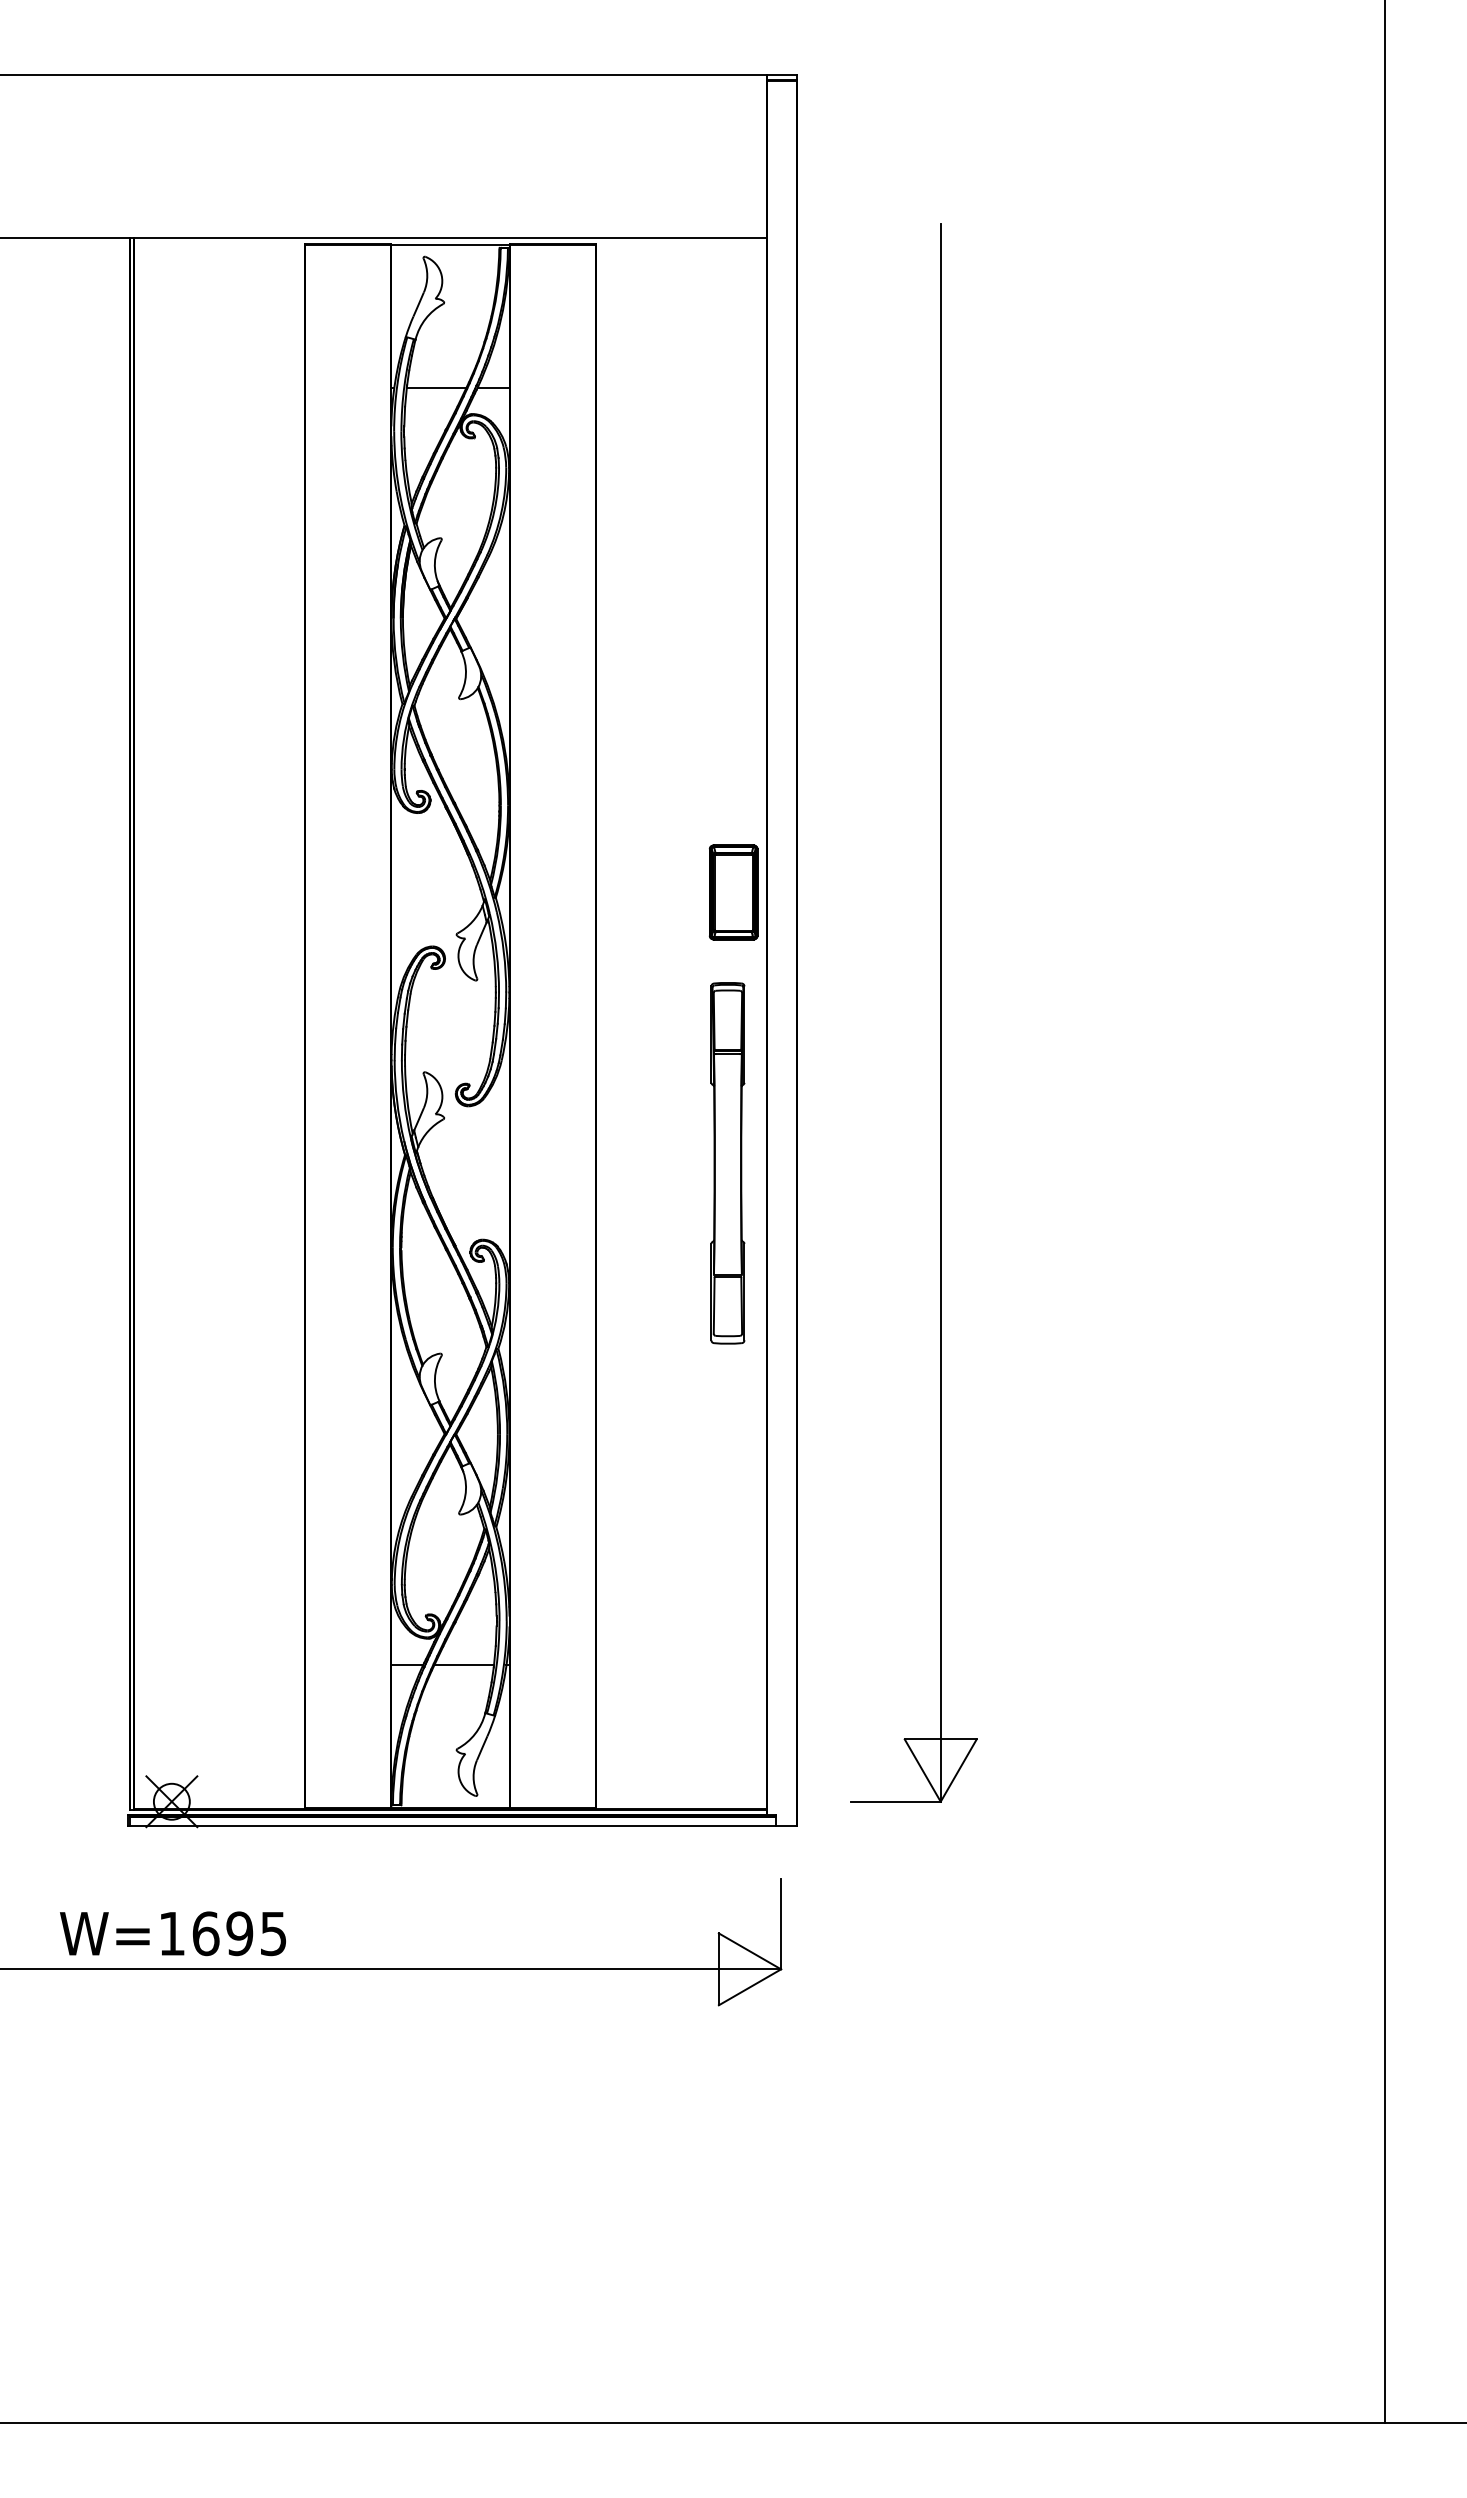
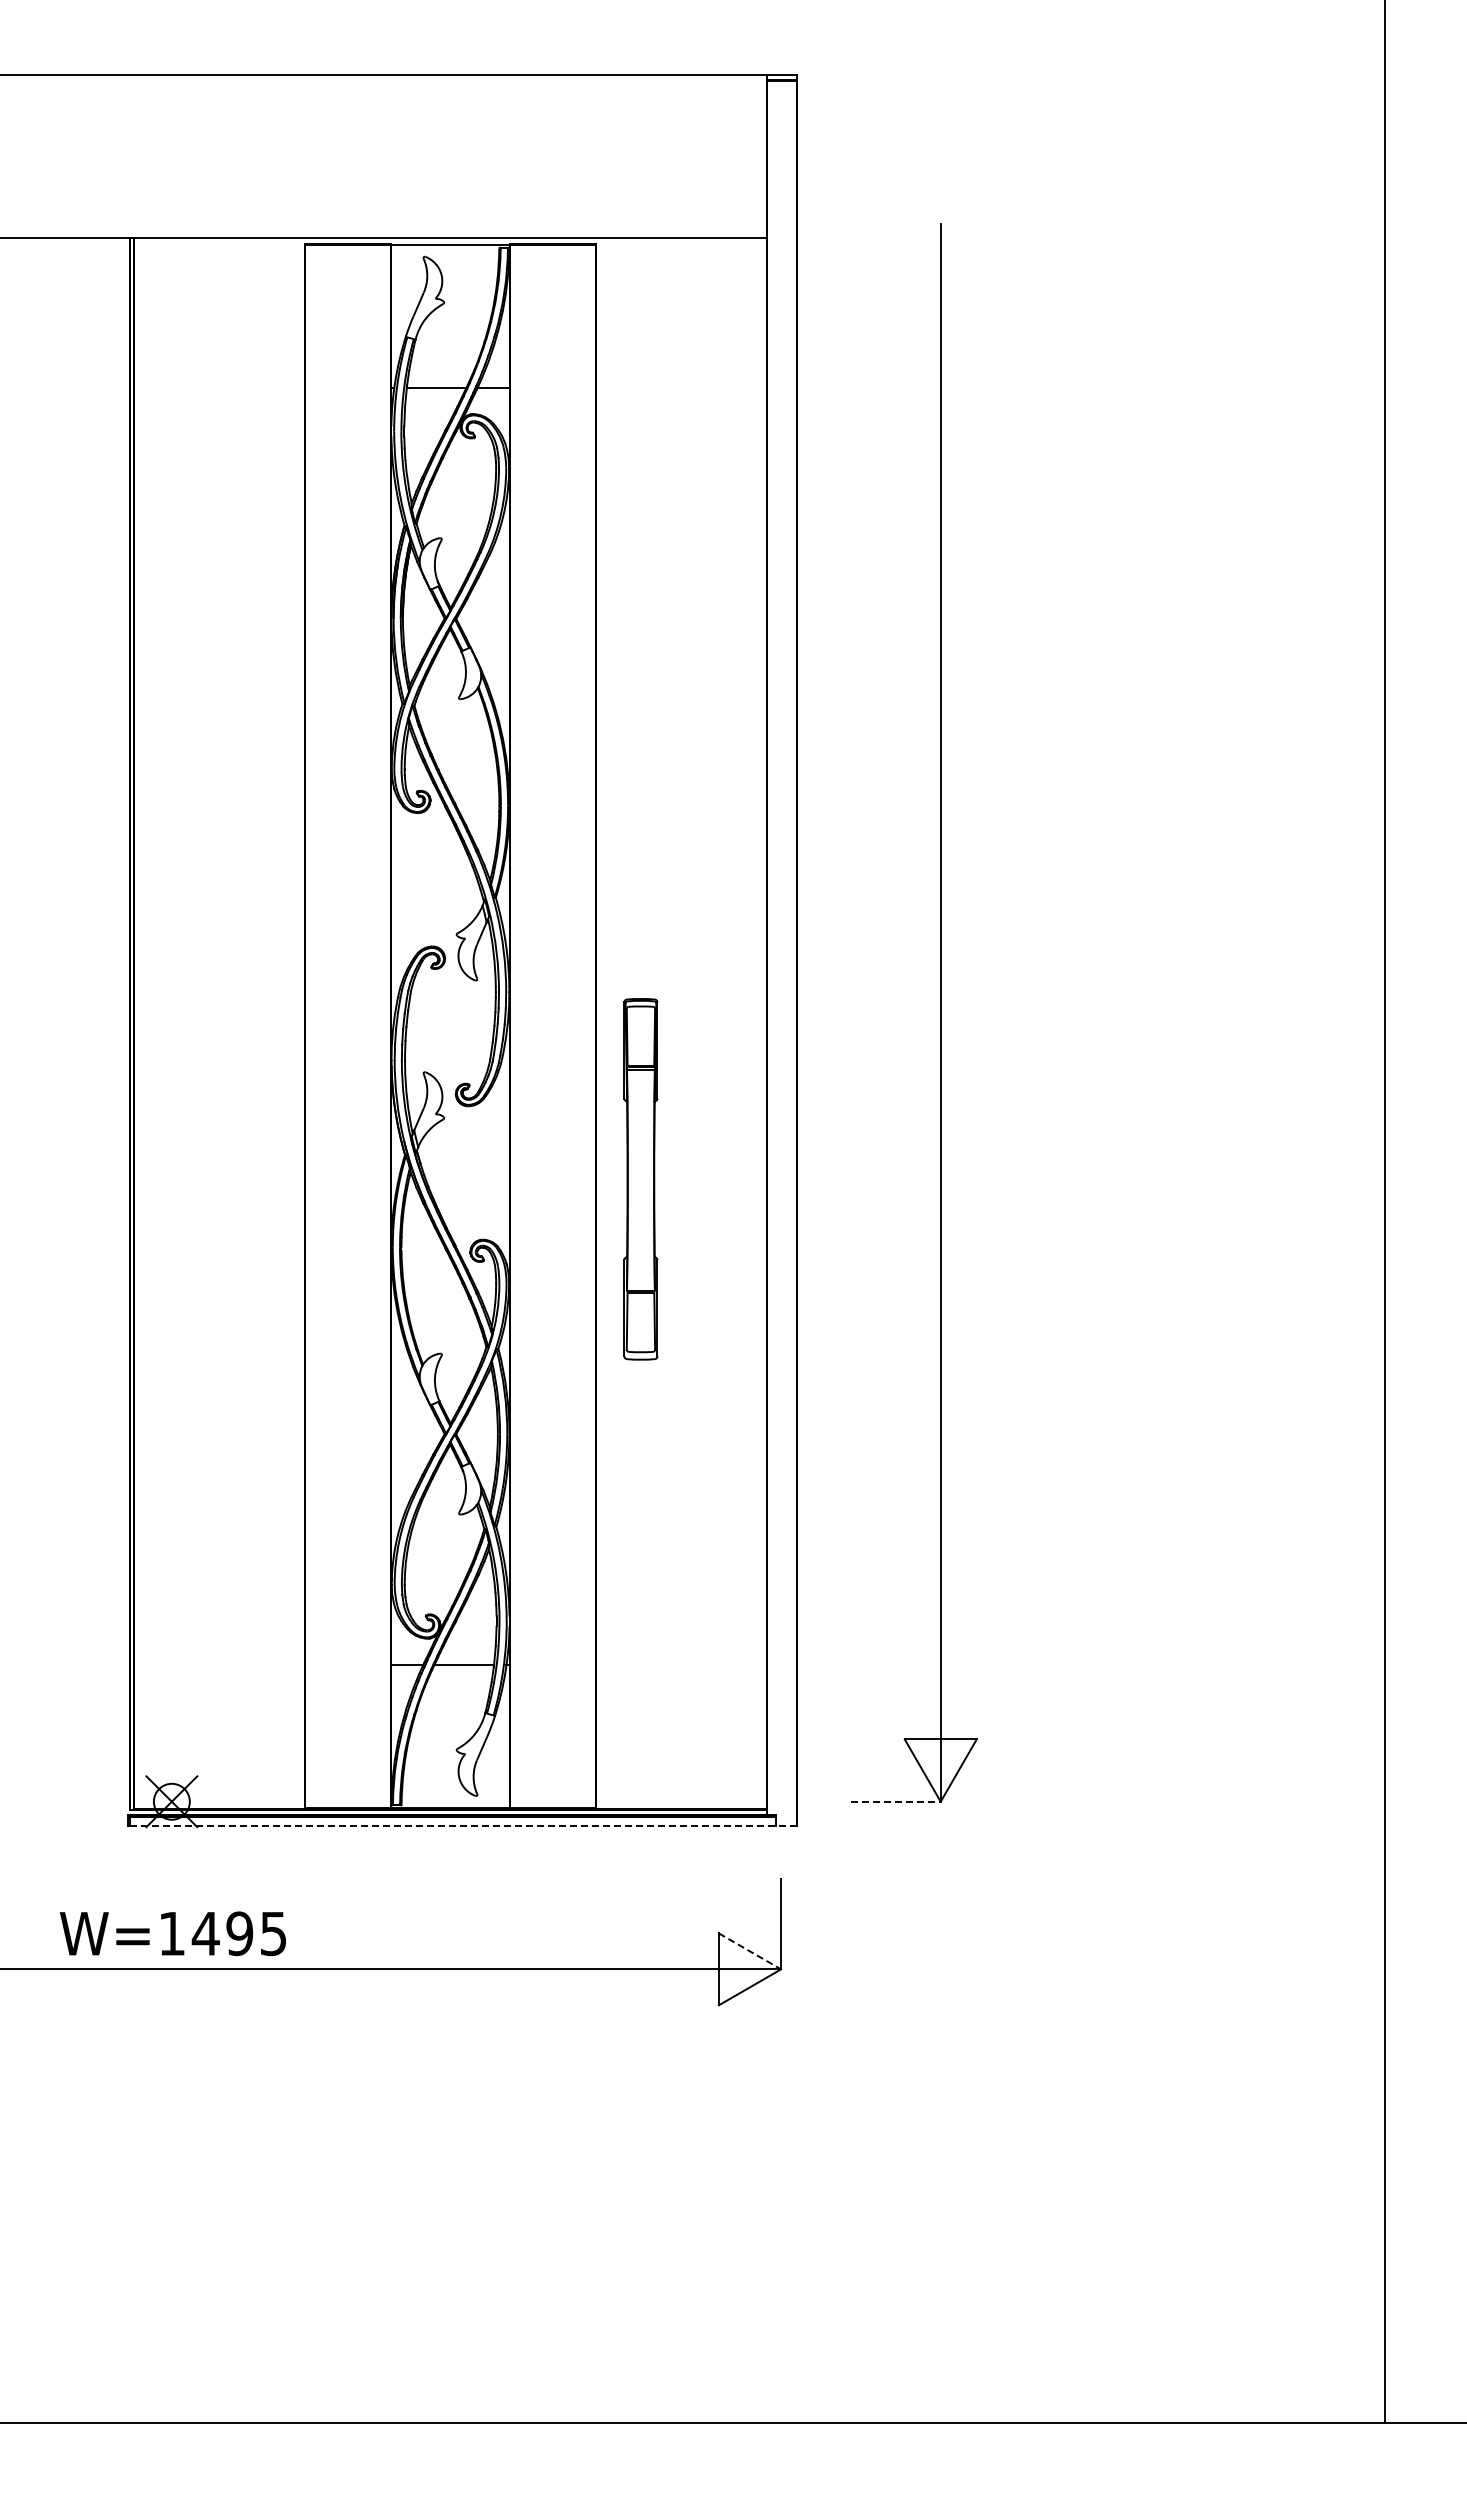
part at (733, 892): present -> none
part at (727, 1163) position: (727, 1163) -> (640, 1179)
line at (895, 1801): solid -> dashed
line at (463, 1825): solid -> dashed
text at (205, 1933): W=1695 -> W=1495
line at (750, 1951): solid -> dashed
